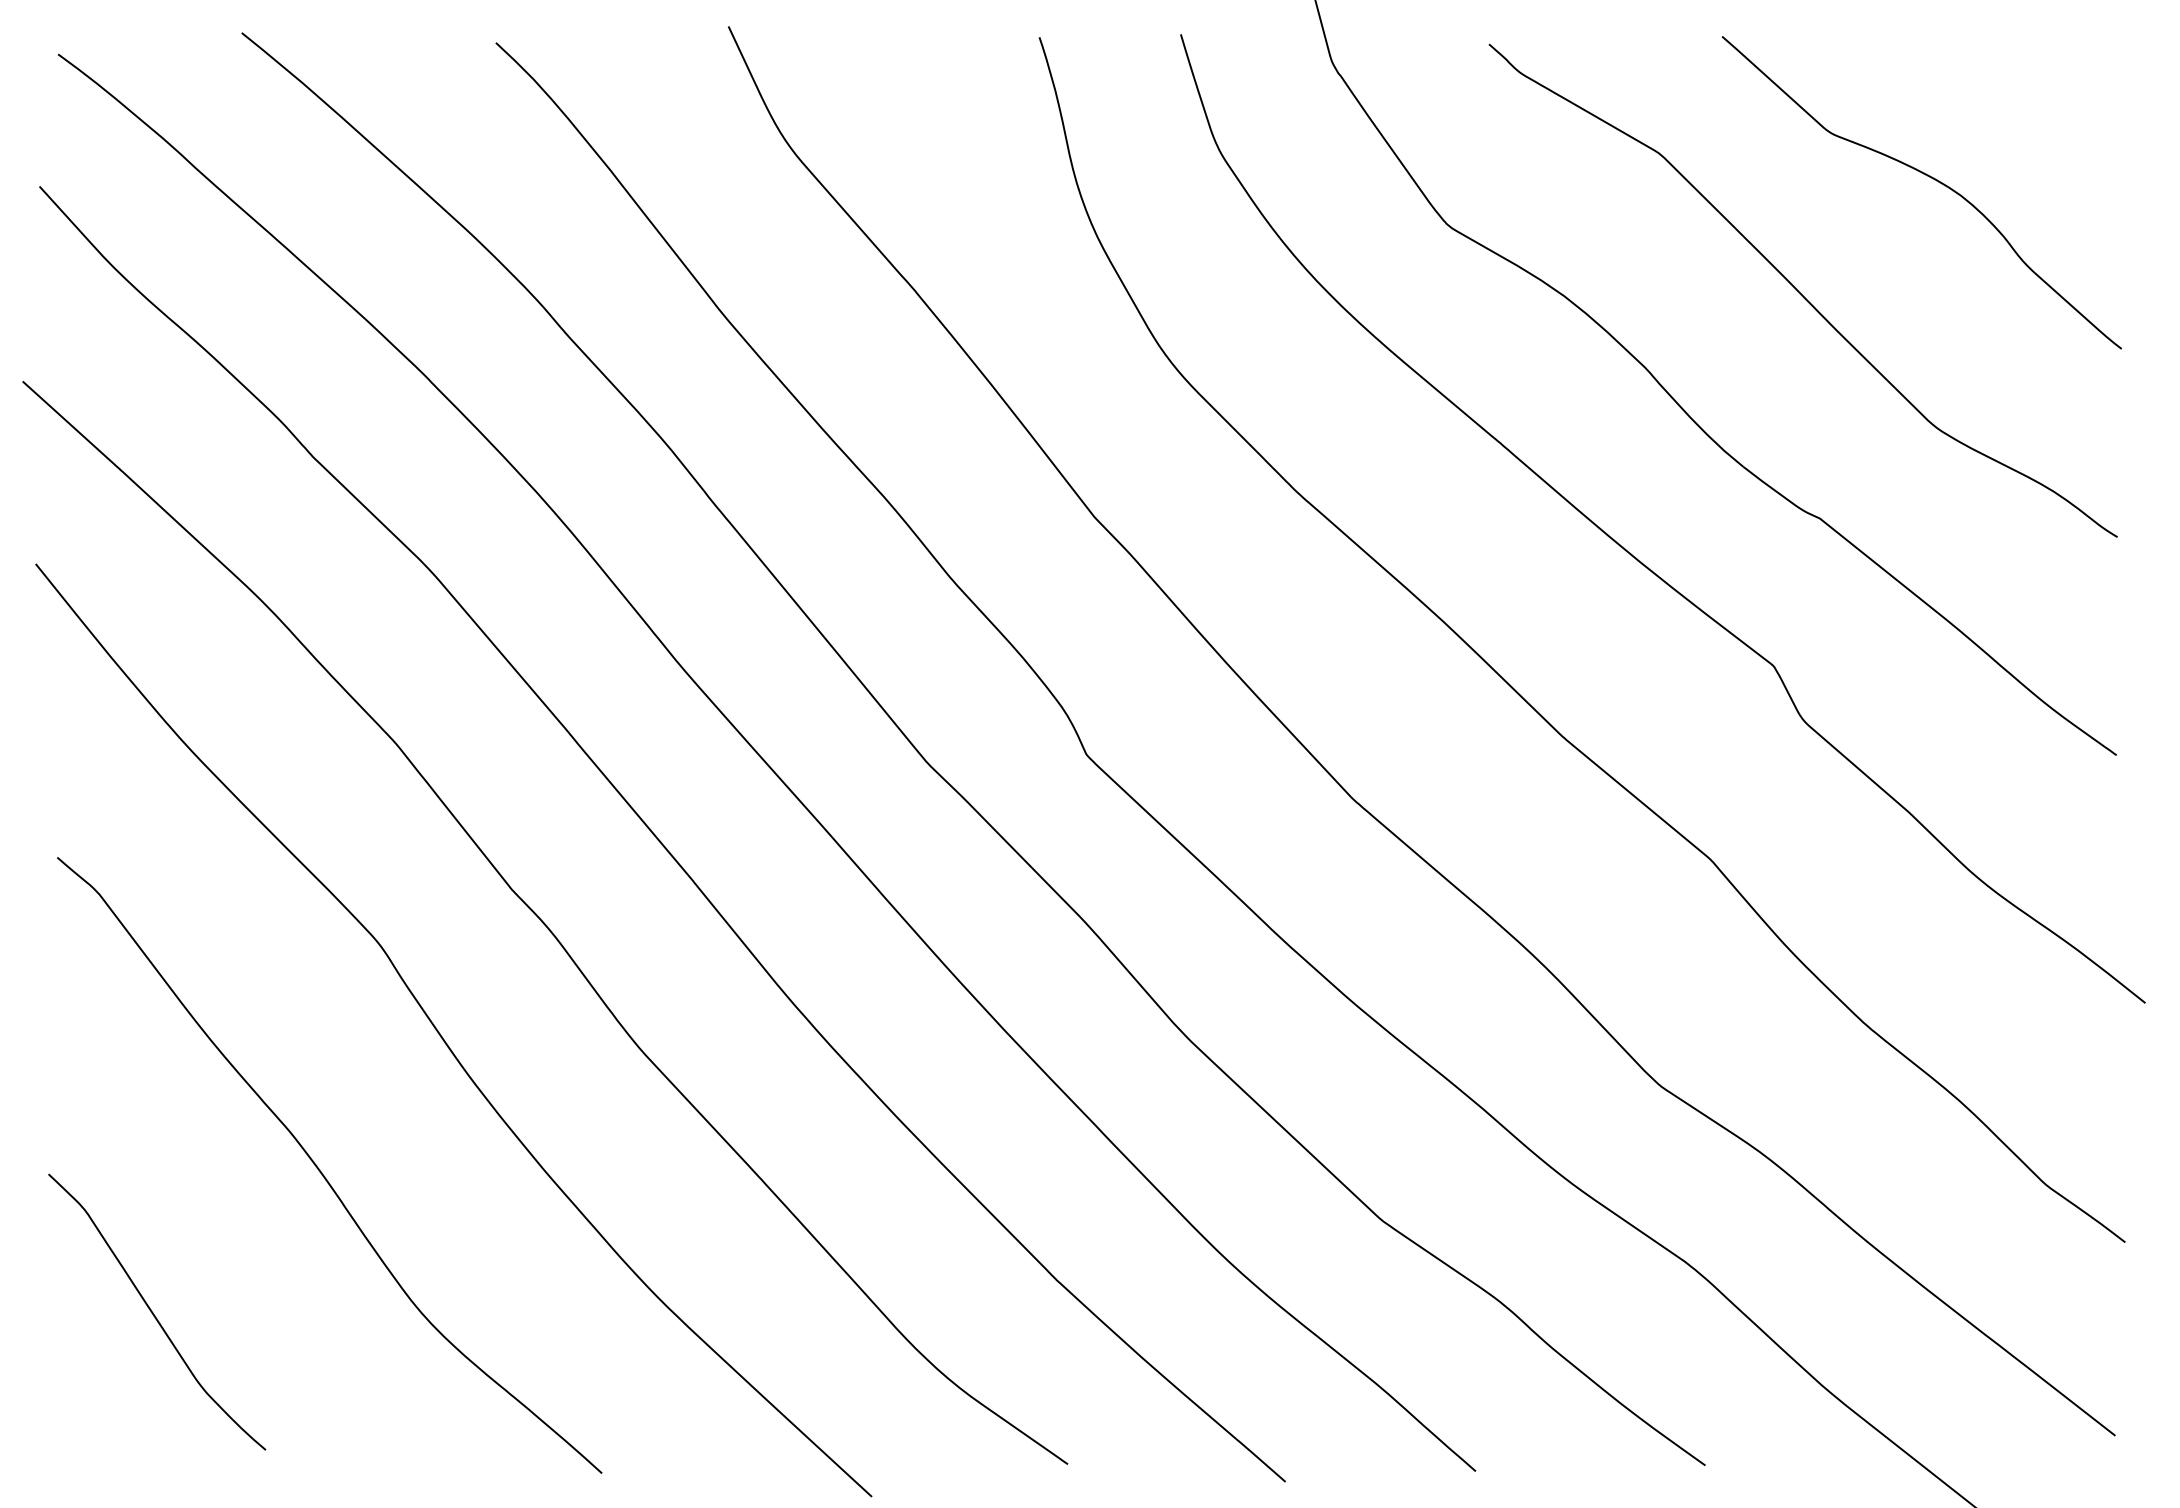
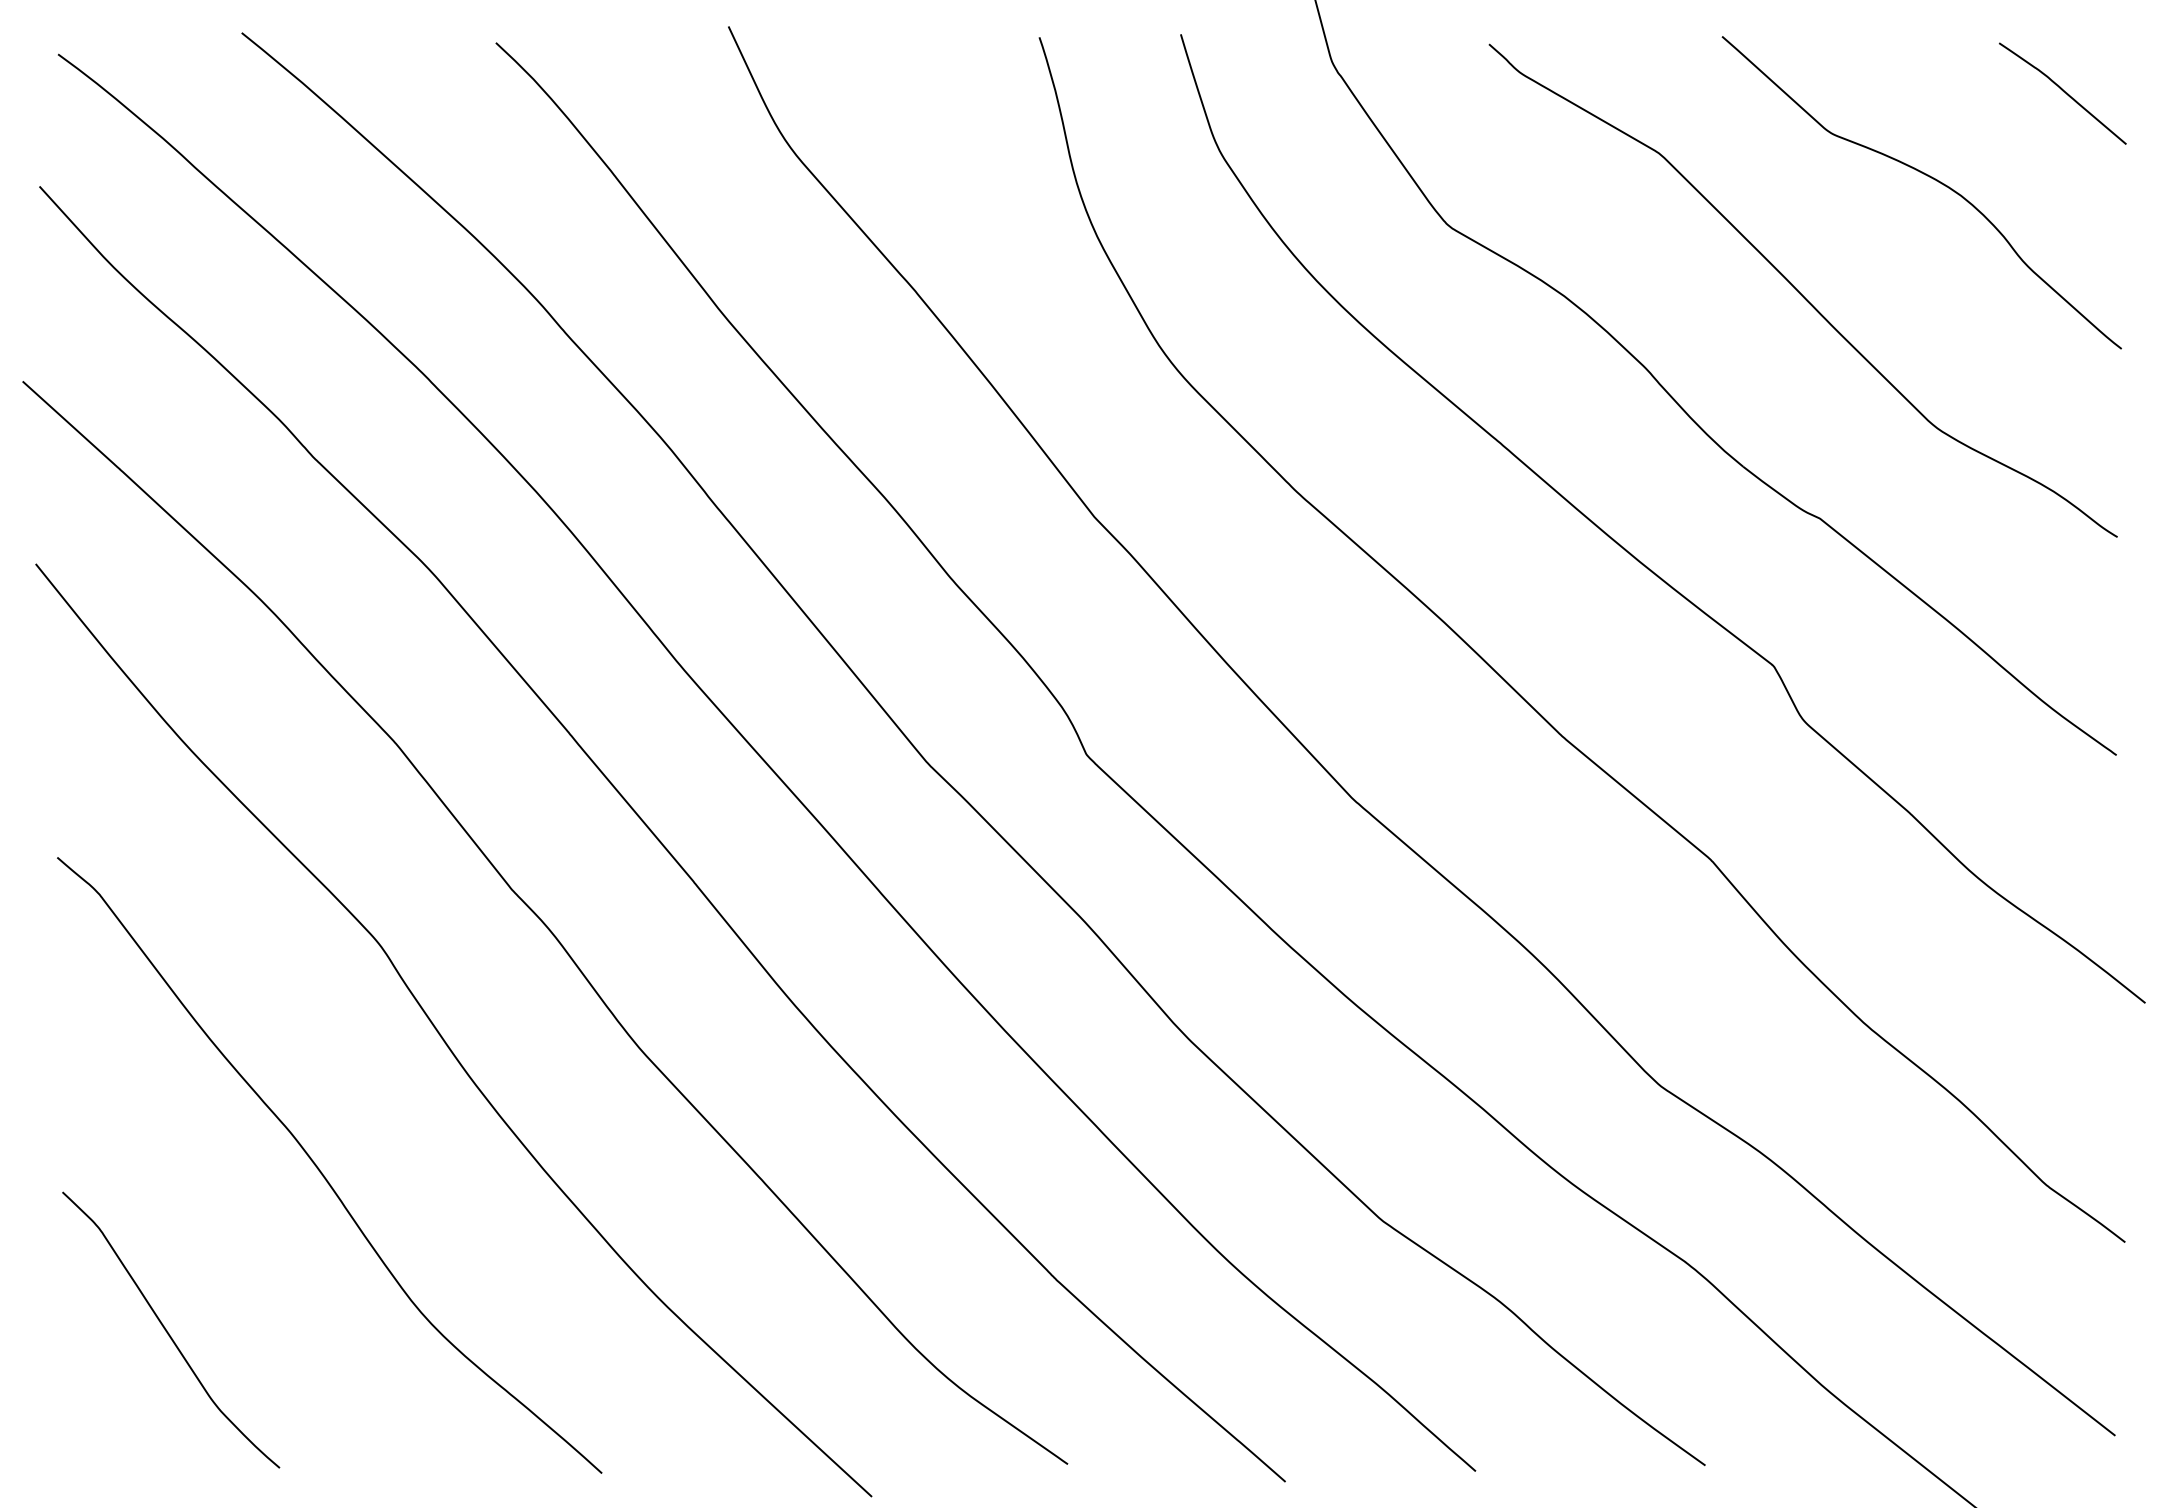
curve at (2062, 91): none -> present
curve at (153, 1312) position: (153, 1312) -> (167, 1330)
